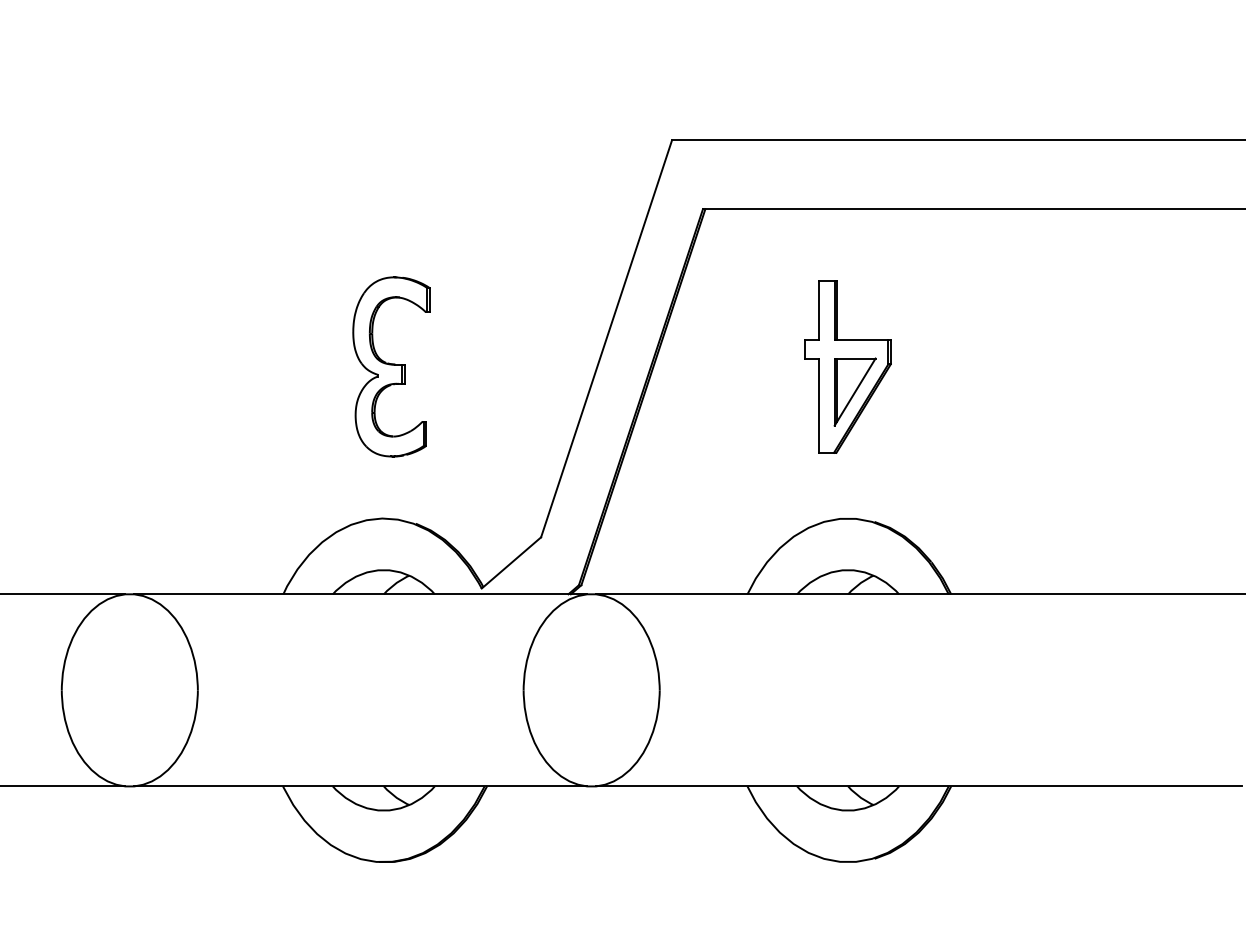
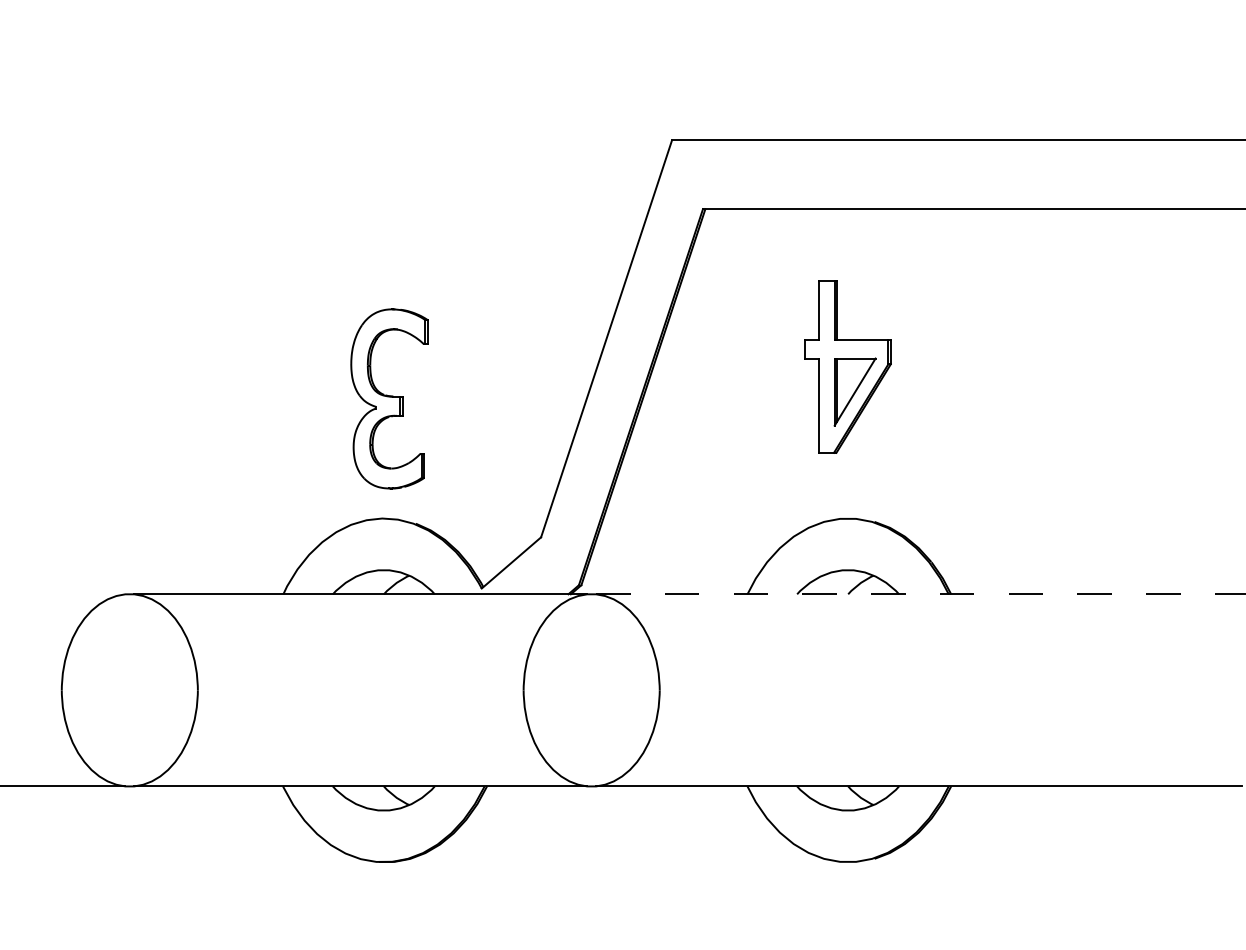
part at (391, 366) position: (391, 366) -> (389, 398)
line at (63, 594): present -> none
line at (920, 594): solid -> dashed
